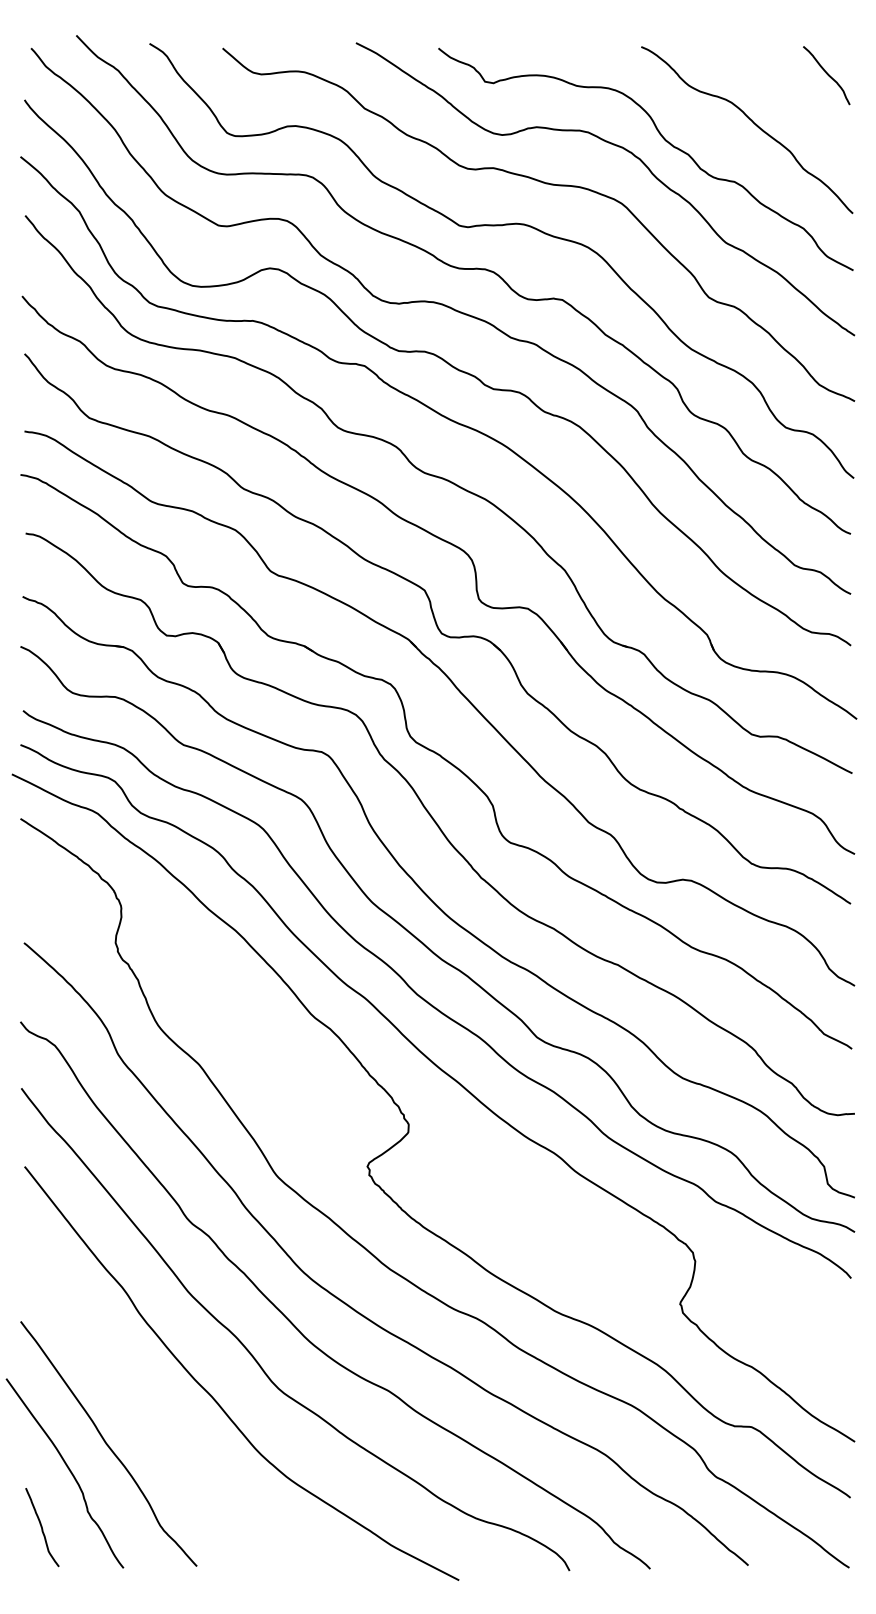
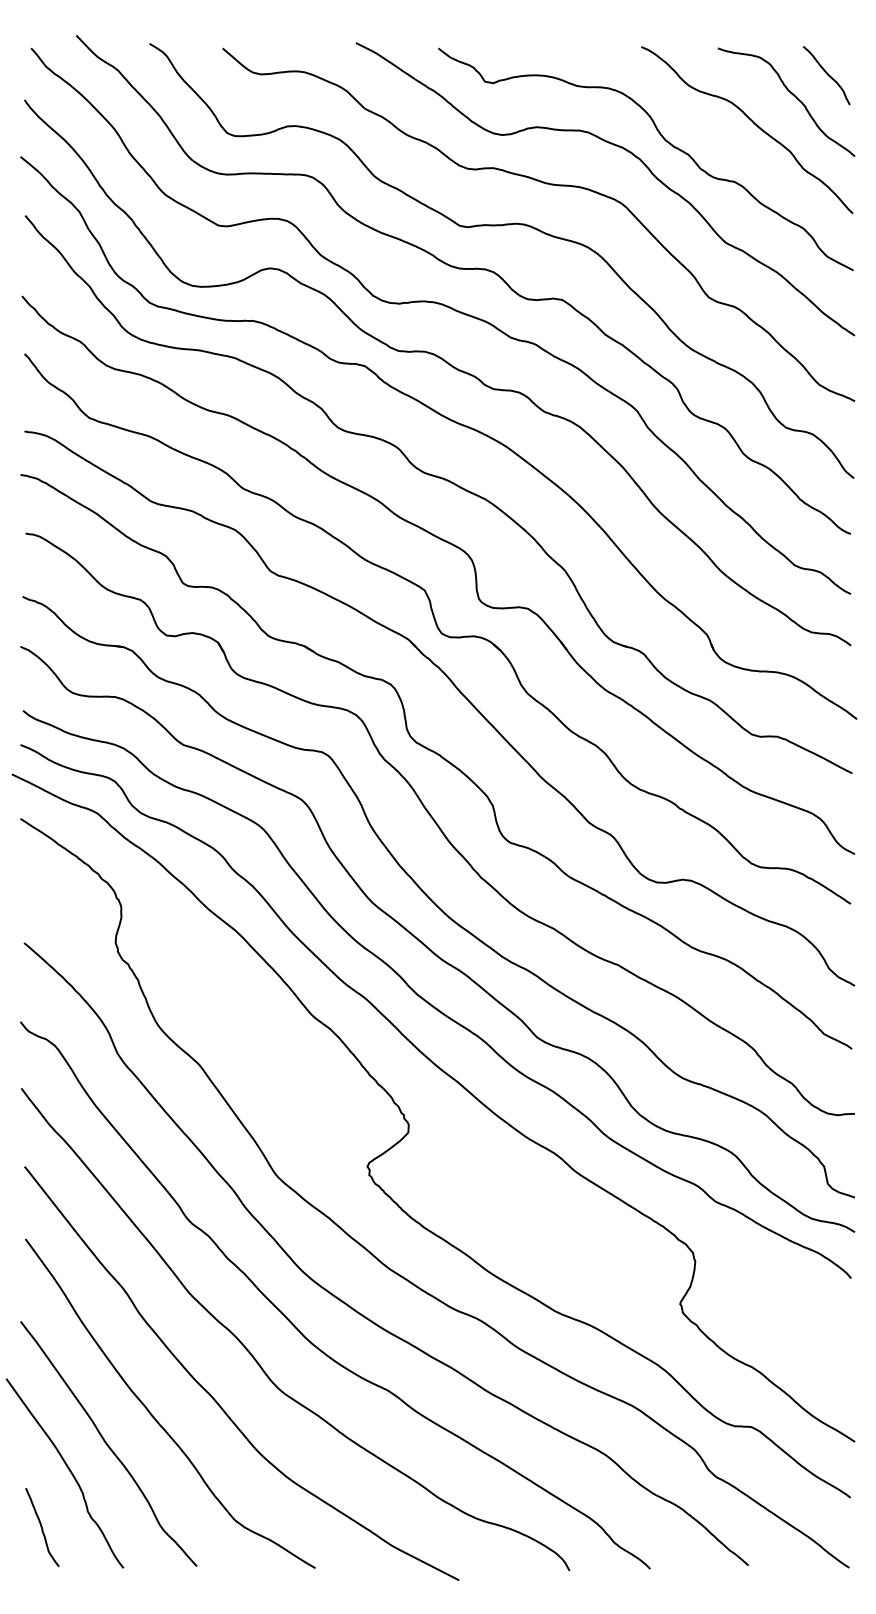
curve at (792, 95): none -> present
curve at (154, 1416): none -> present
